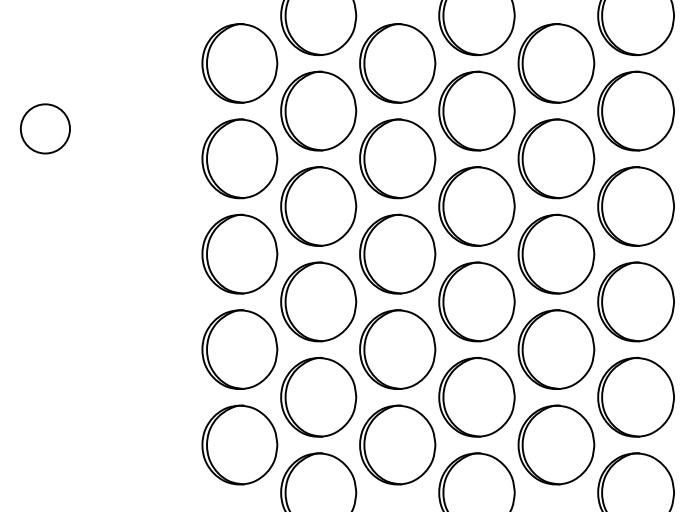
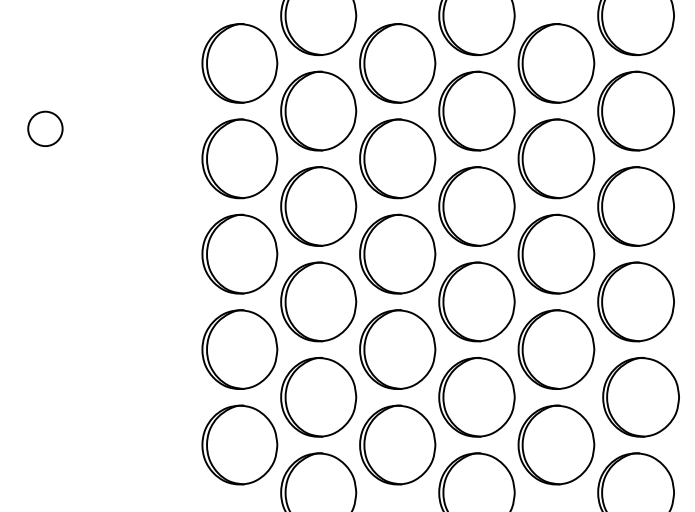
circle at (45, 128) diameter: 49 px -> 34 px
part at (635, 396) position: (635, 396) -> (640, 396)
